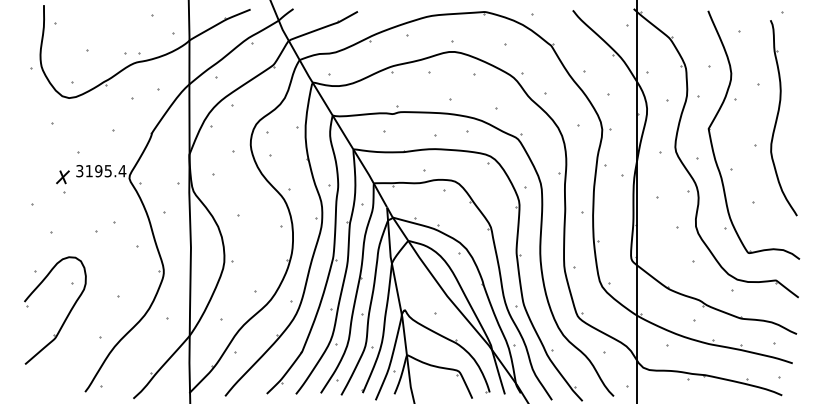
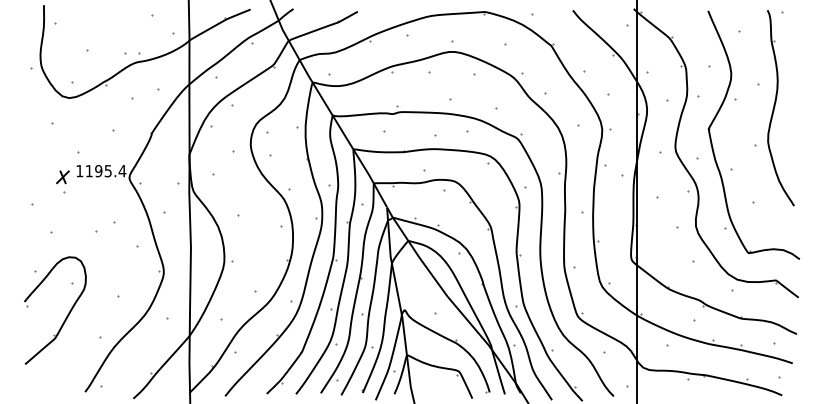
part at (783, 118) position: (783, 118) -> (780, 108)
text at (79, 171): 3195.4 -> 1195.4
